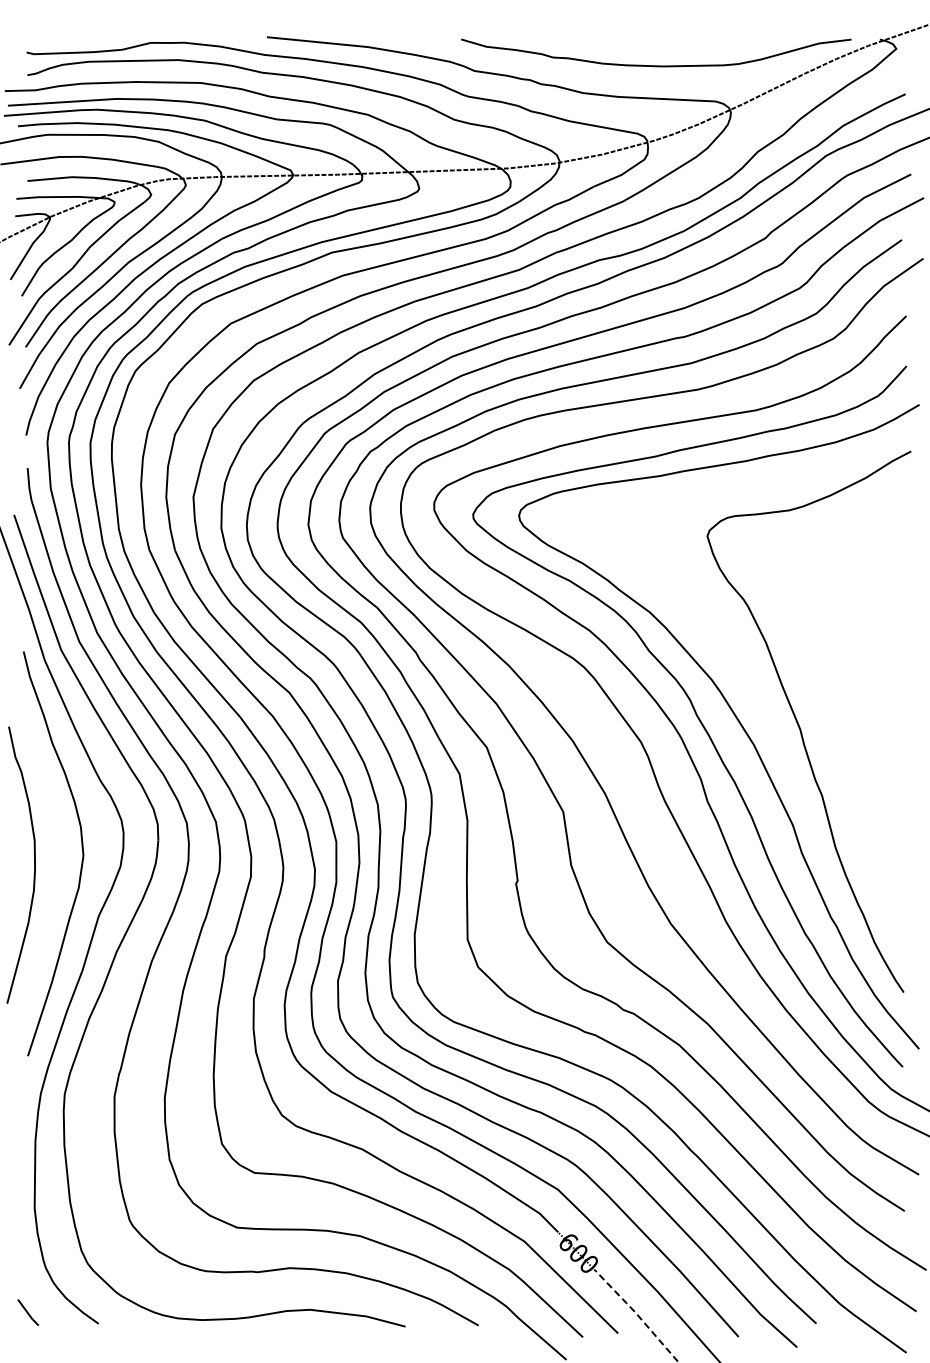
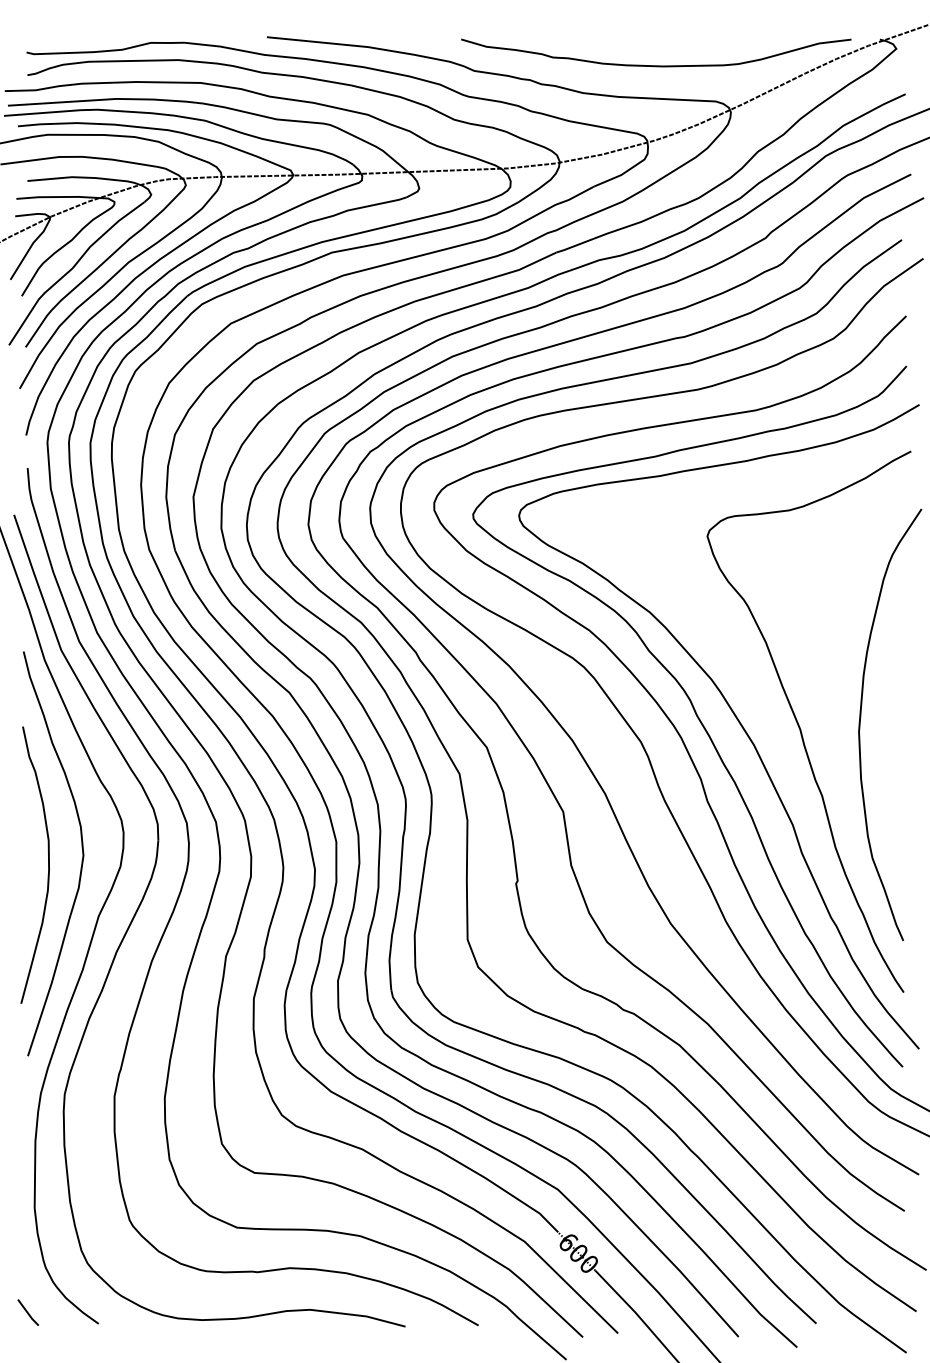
curve at (861, 717): none -> present
curve at (34, 864) position: (34, 864) -> (48, 864)
line at (637, 1315): dashed -> solid
